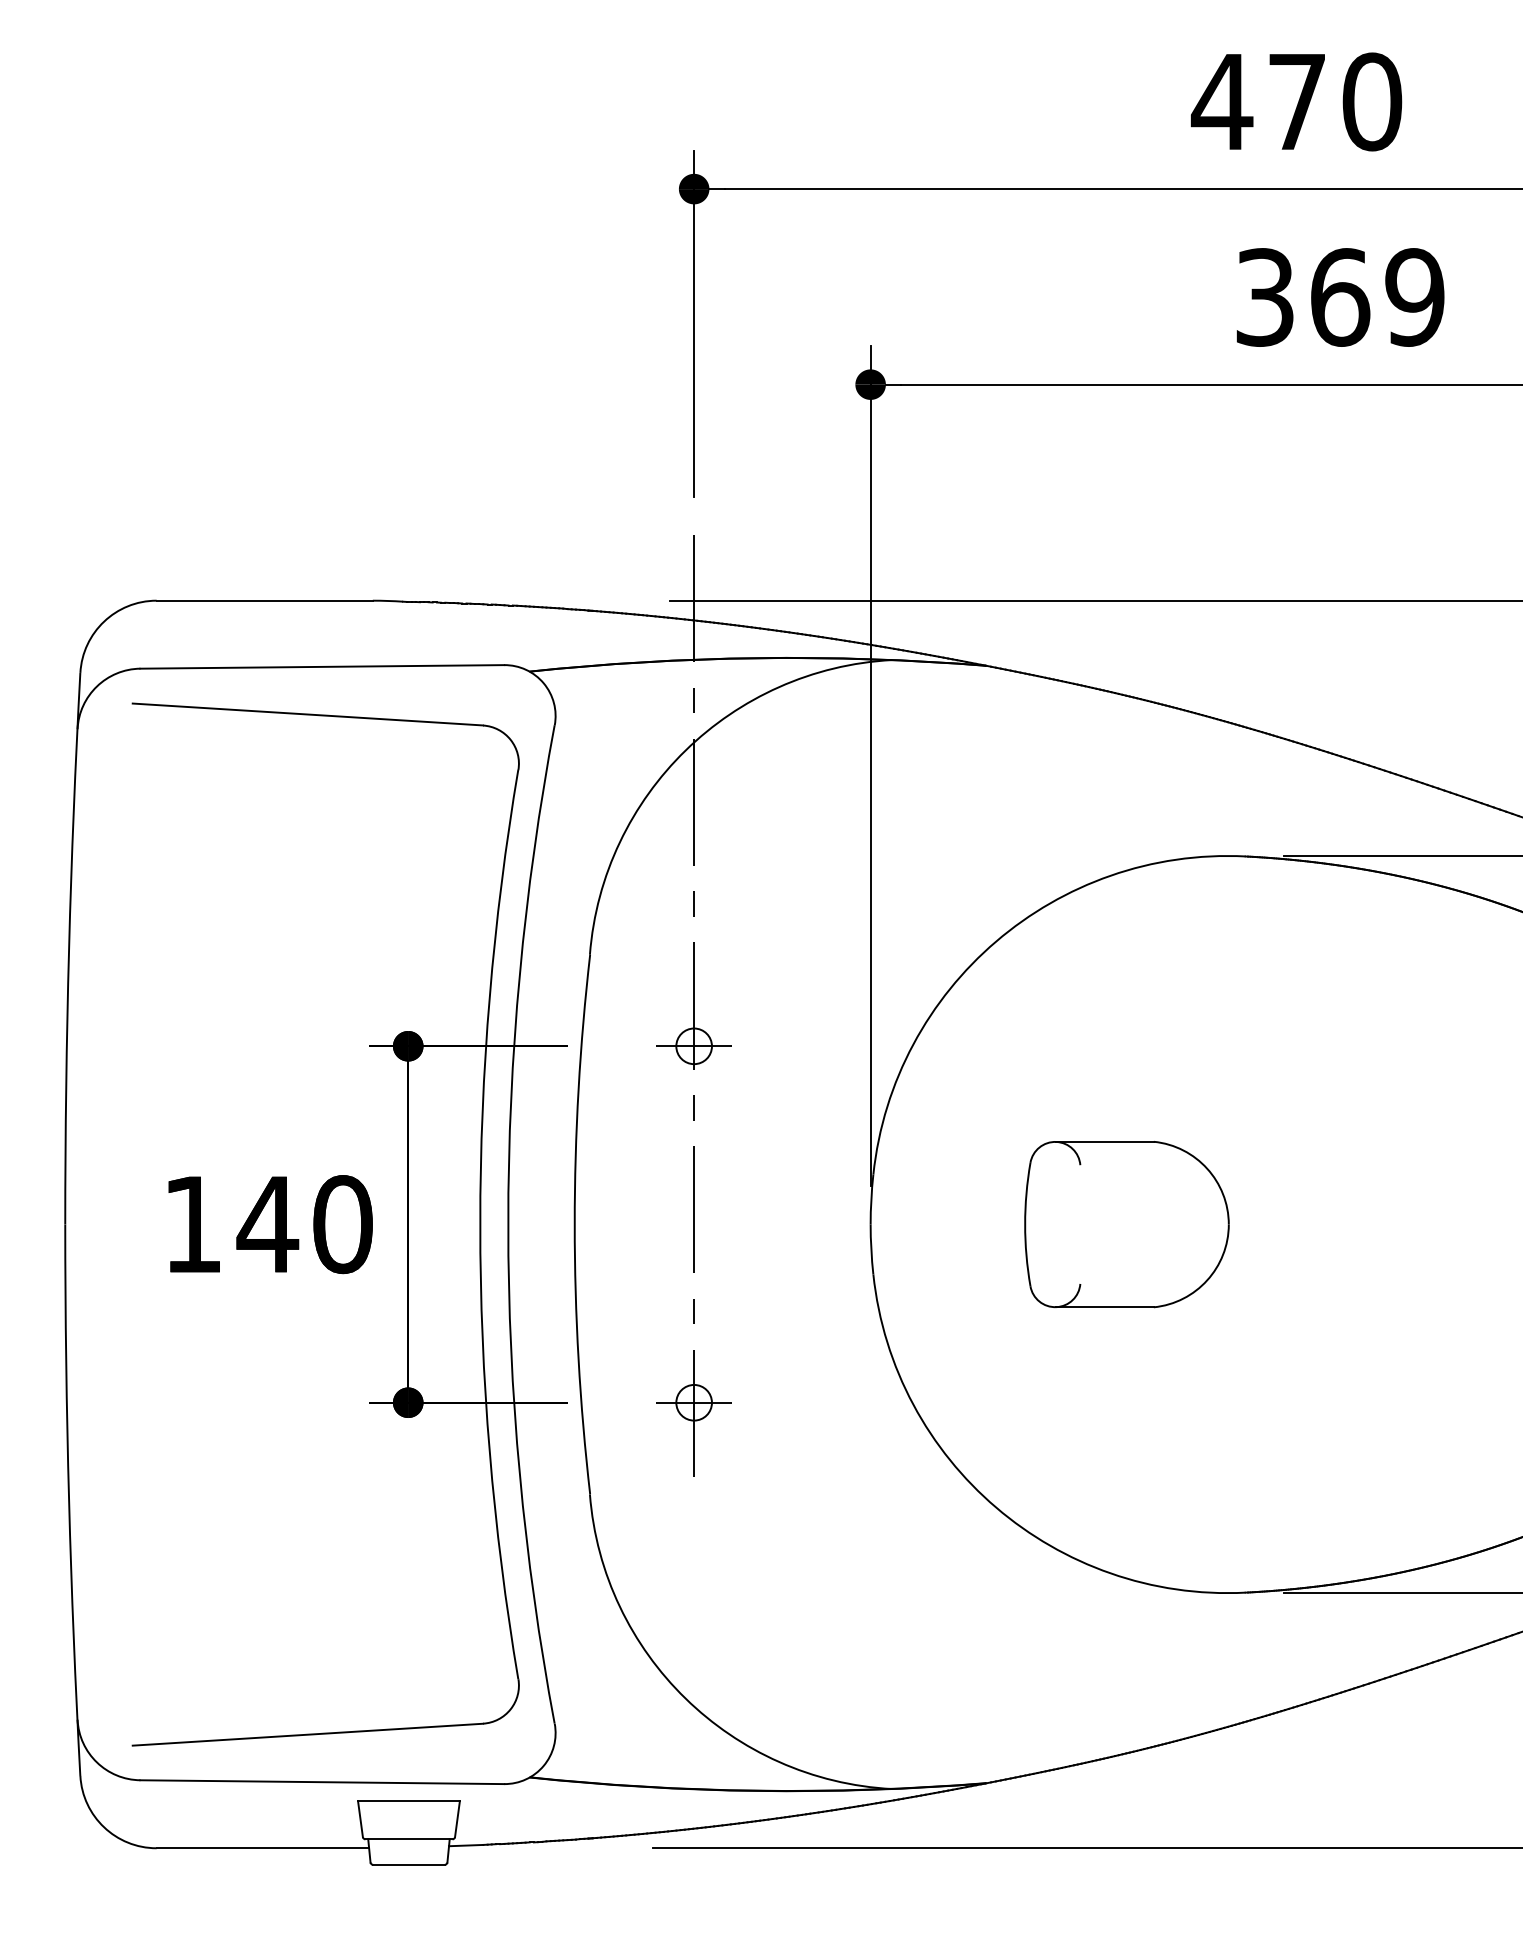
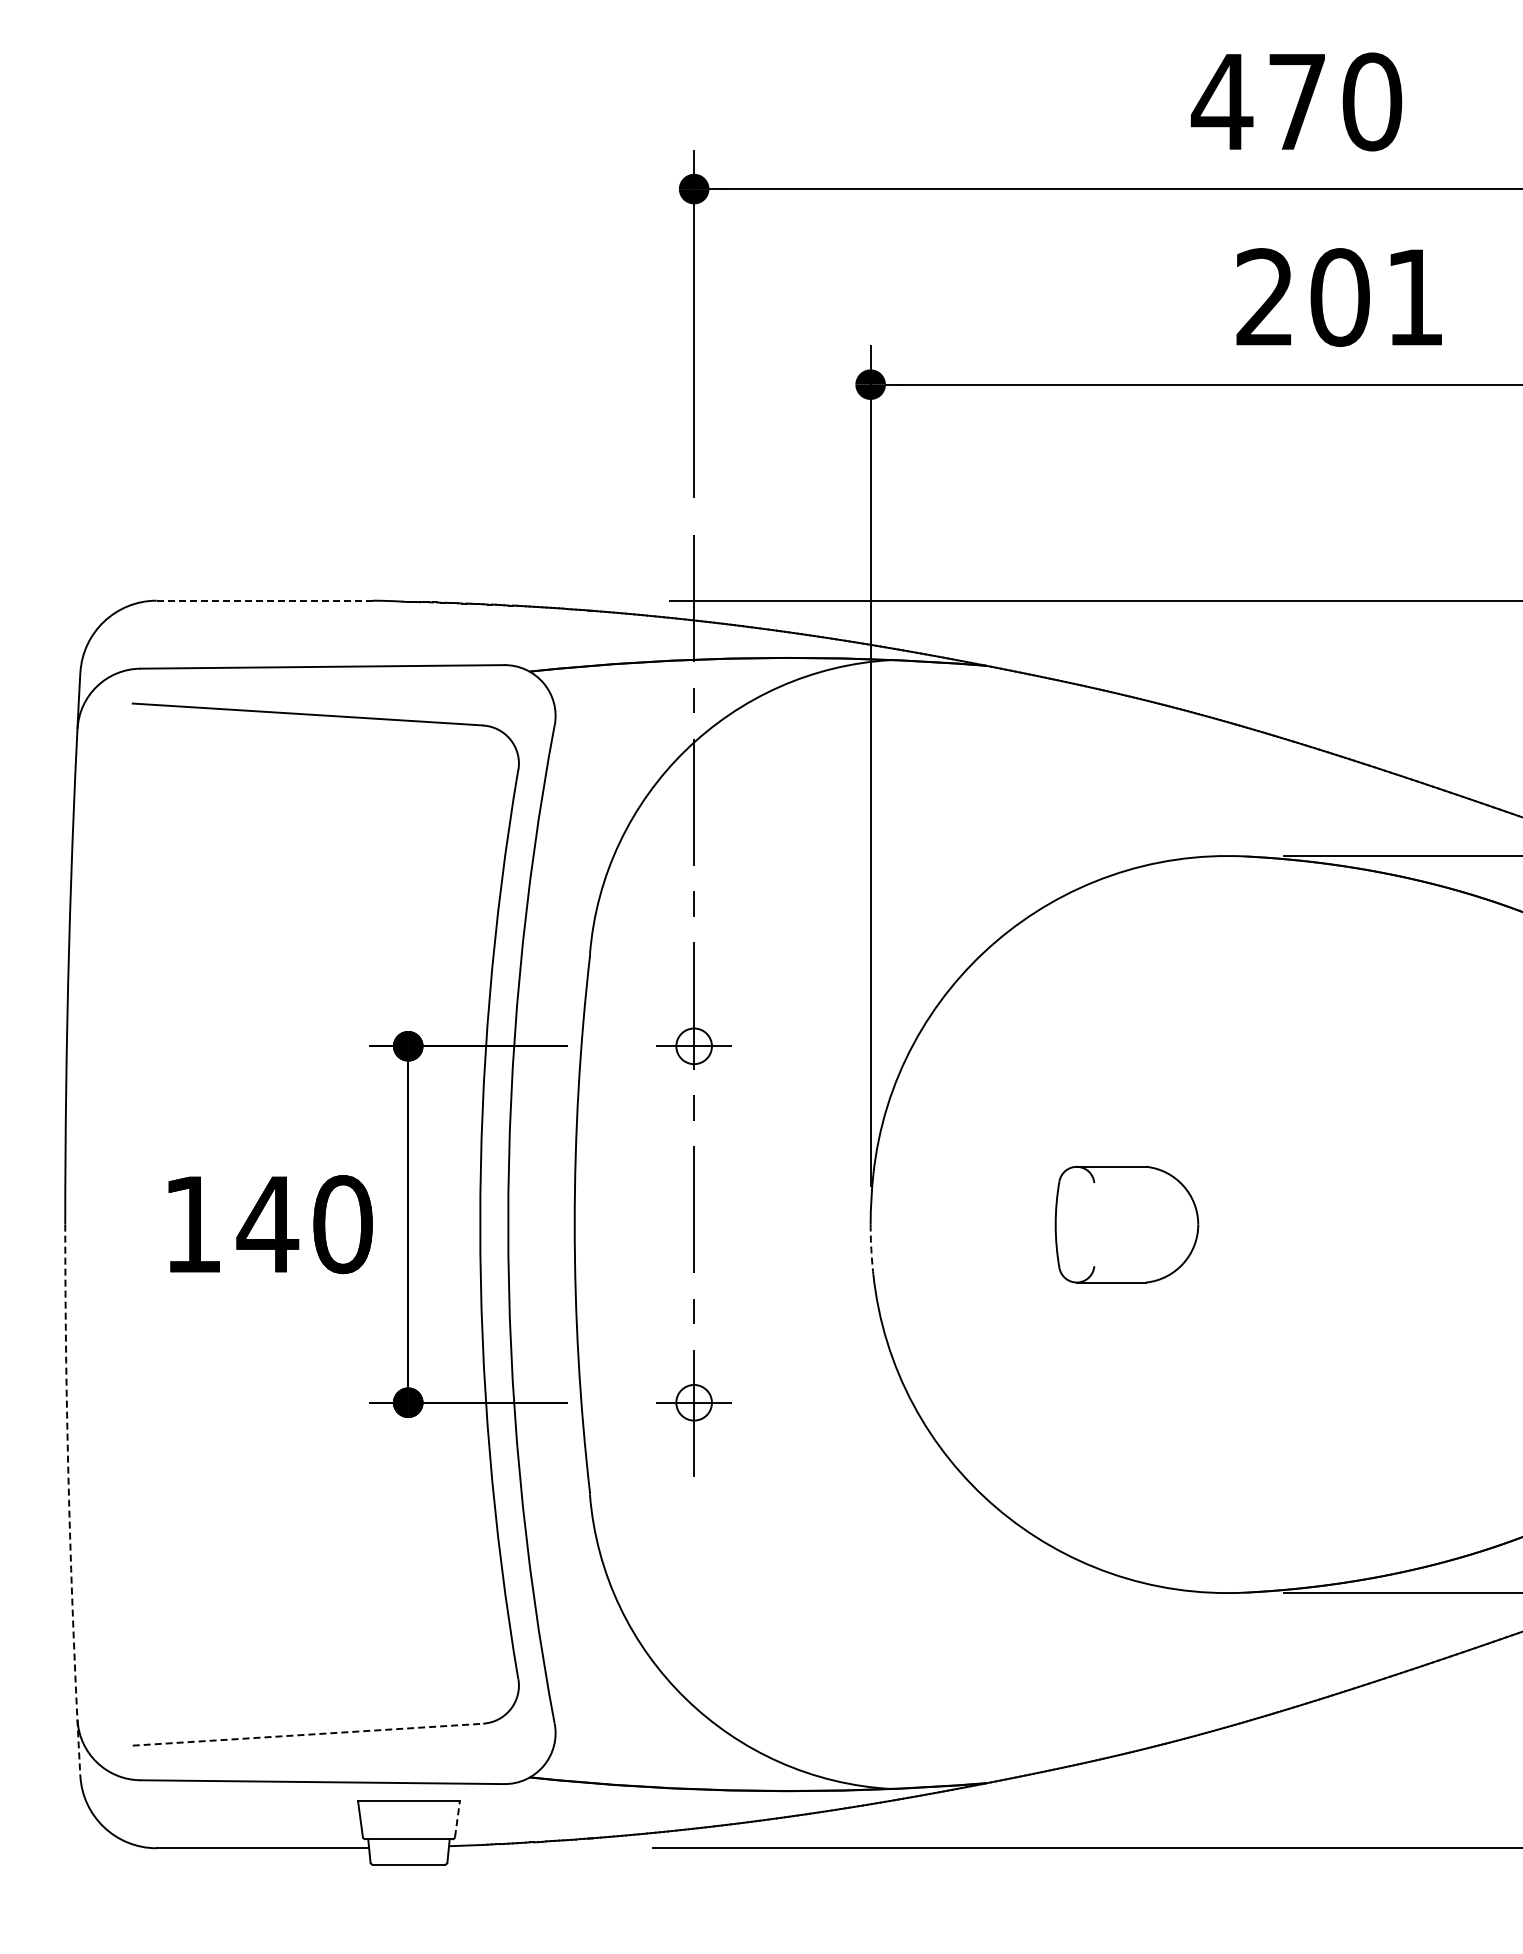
text at (1340, 297): 369 -> 201
line at (264, 600): solid -> dashed
part at (1126, 1224) size: 206x168 px -> 146x119 px
arc at (871, 1249): solid -> dashed
arc at (69, 1500): solid -> dashed
line at (307, 1734): solid -> dashed
line at (457, 1818): solid -> dashed
